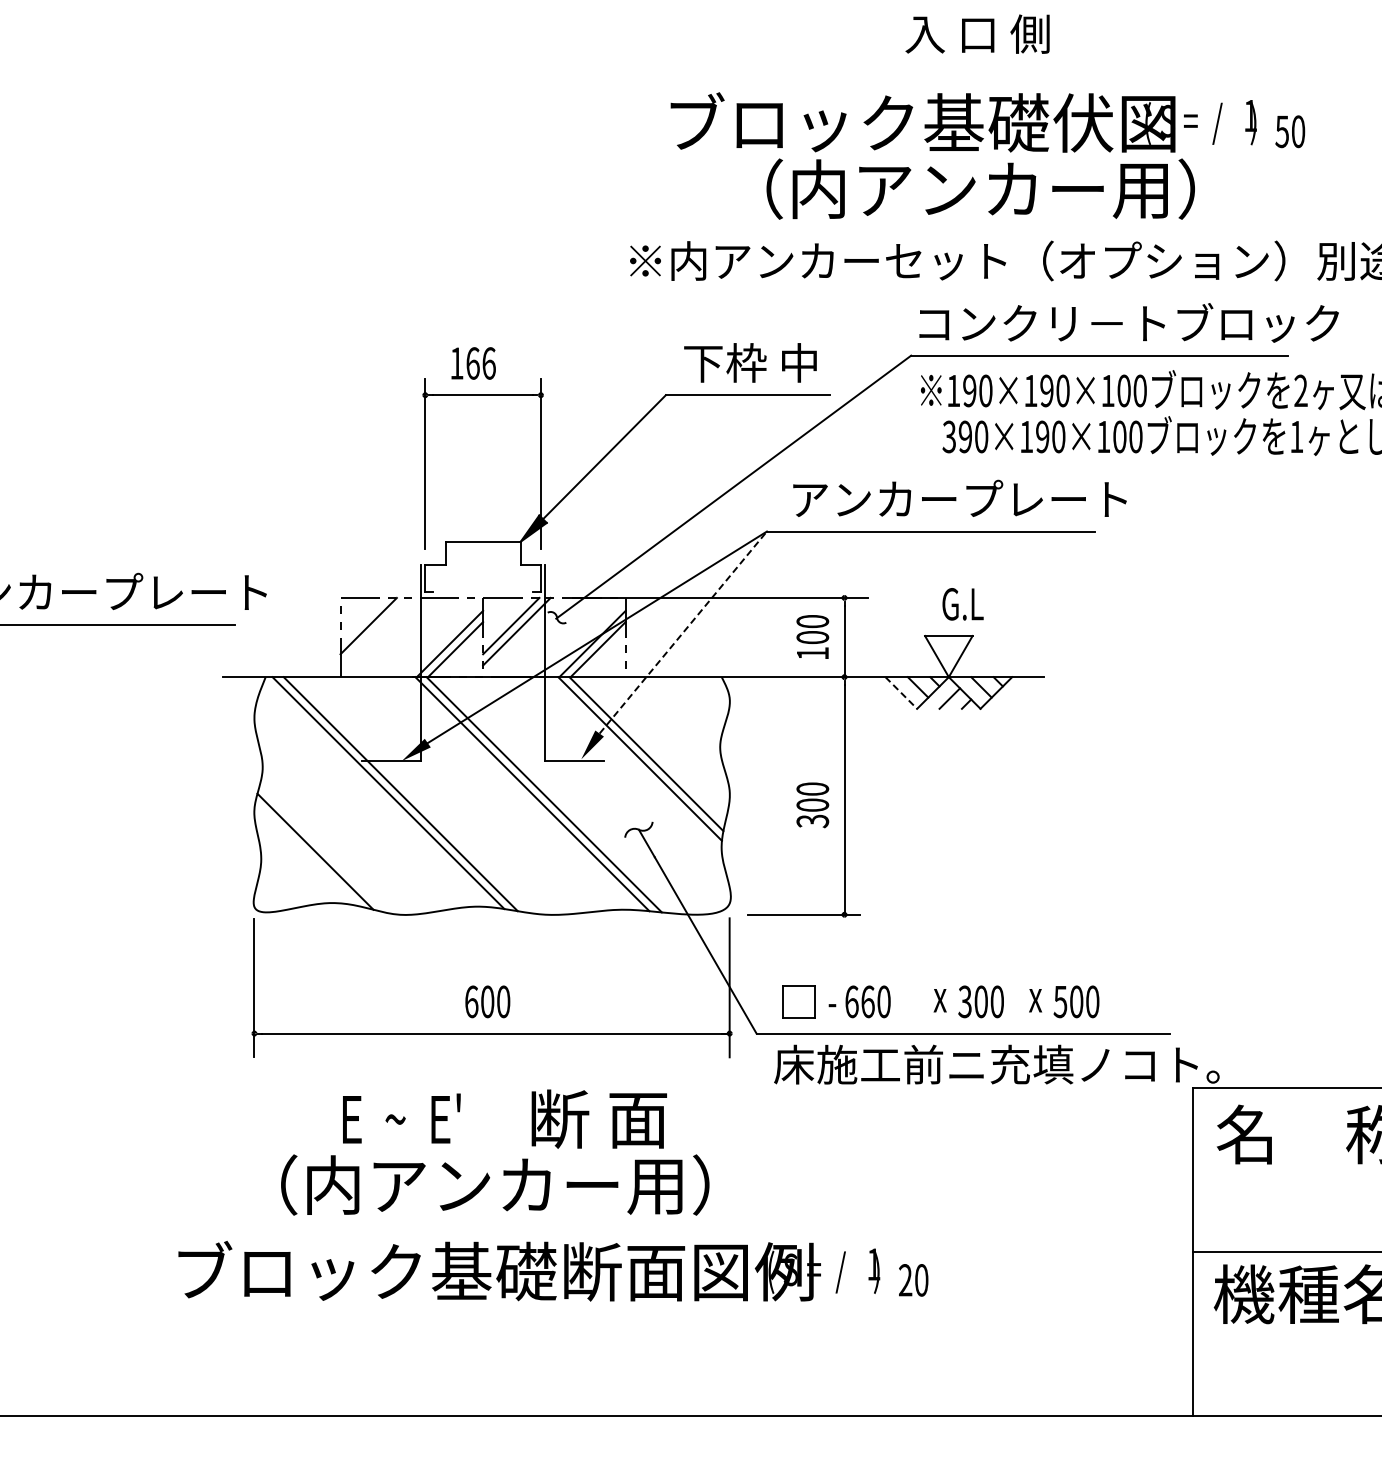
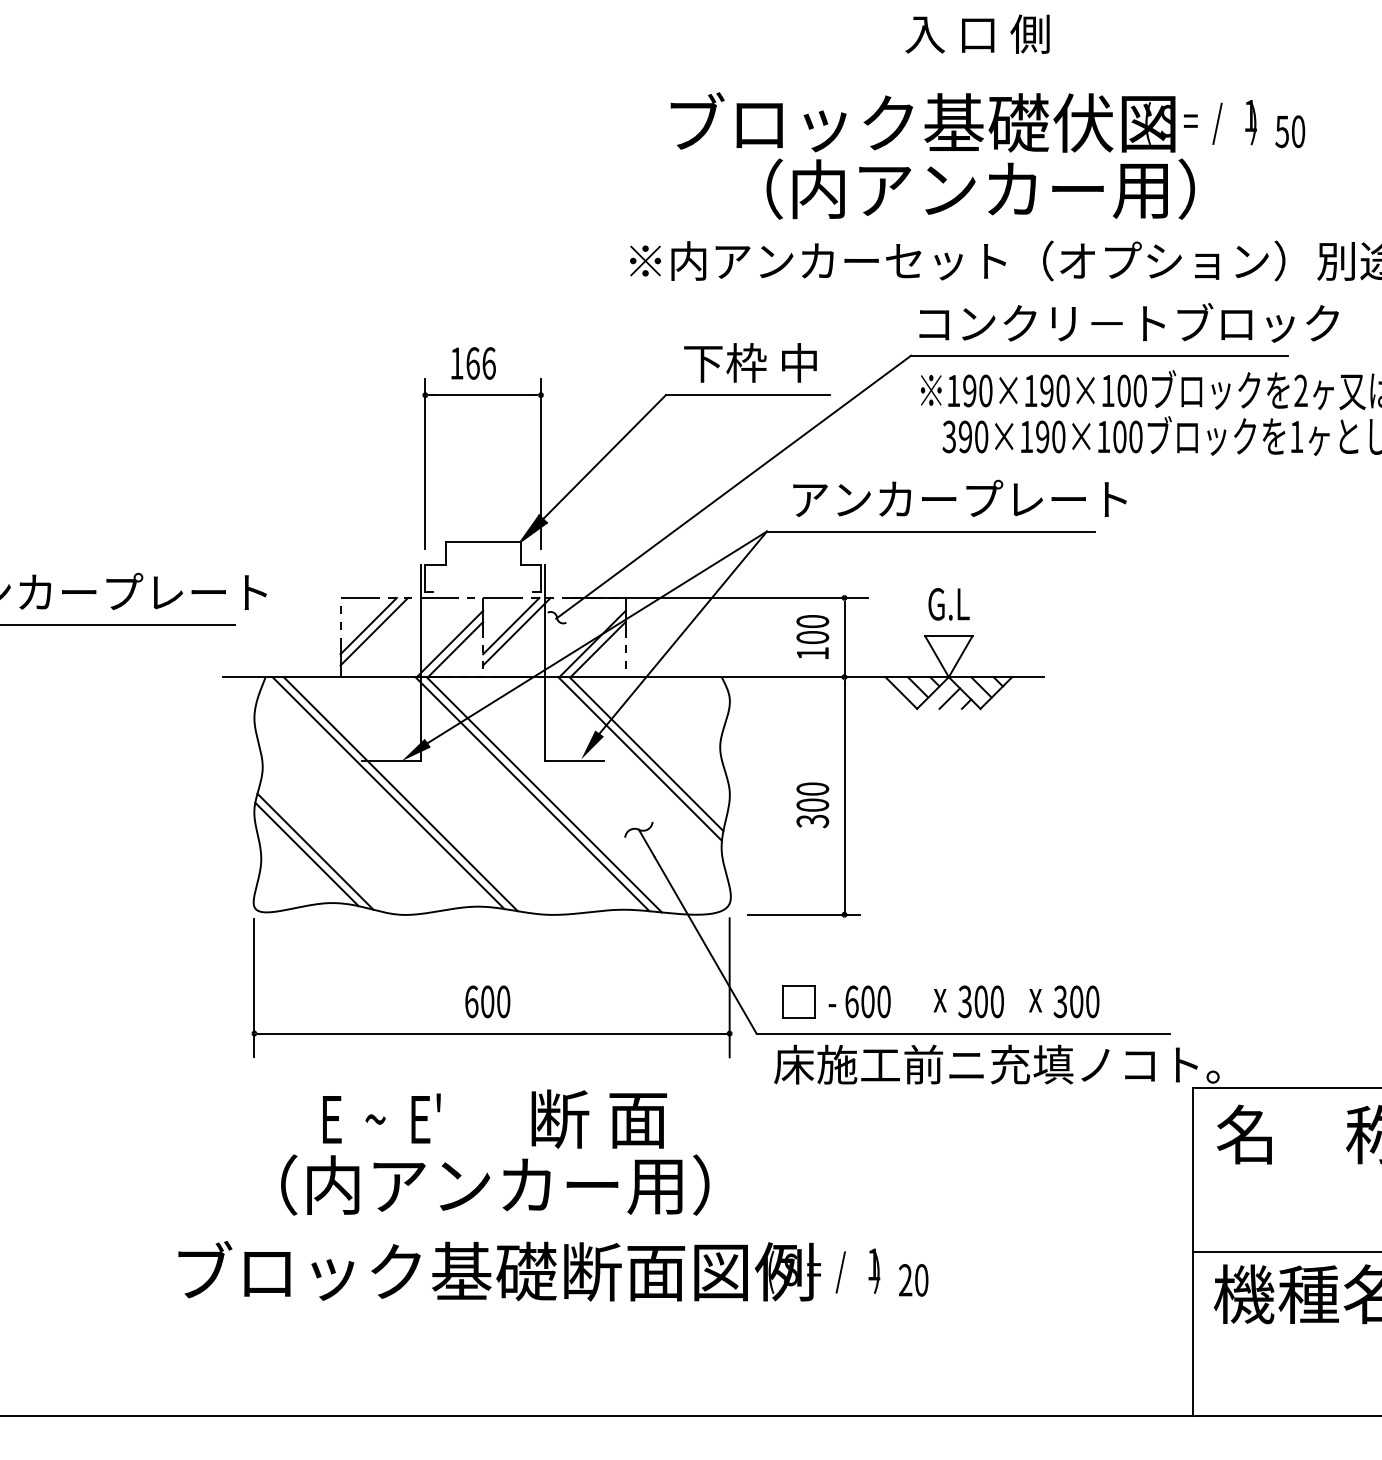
text at (962, 604) position: (962, 604) -> (948, 604)
line at (374, 631): none -> present
line at (683, 632): dashed -> solid
line at (901, 693): dashed -> solid
line at (306, 854): none -> present
text at (867, 1001): 660 -> 600
text at (1060, 1001): 500 -> 300
text at (401, 1118) position: (401, 1118) -> (381, 1118)
